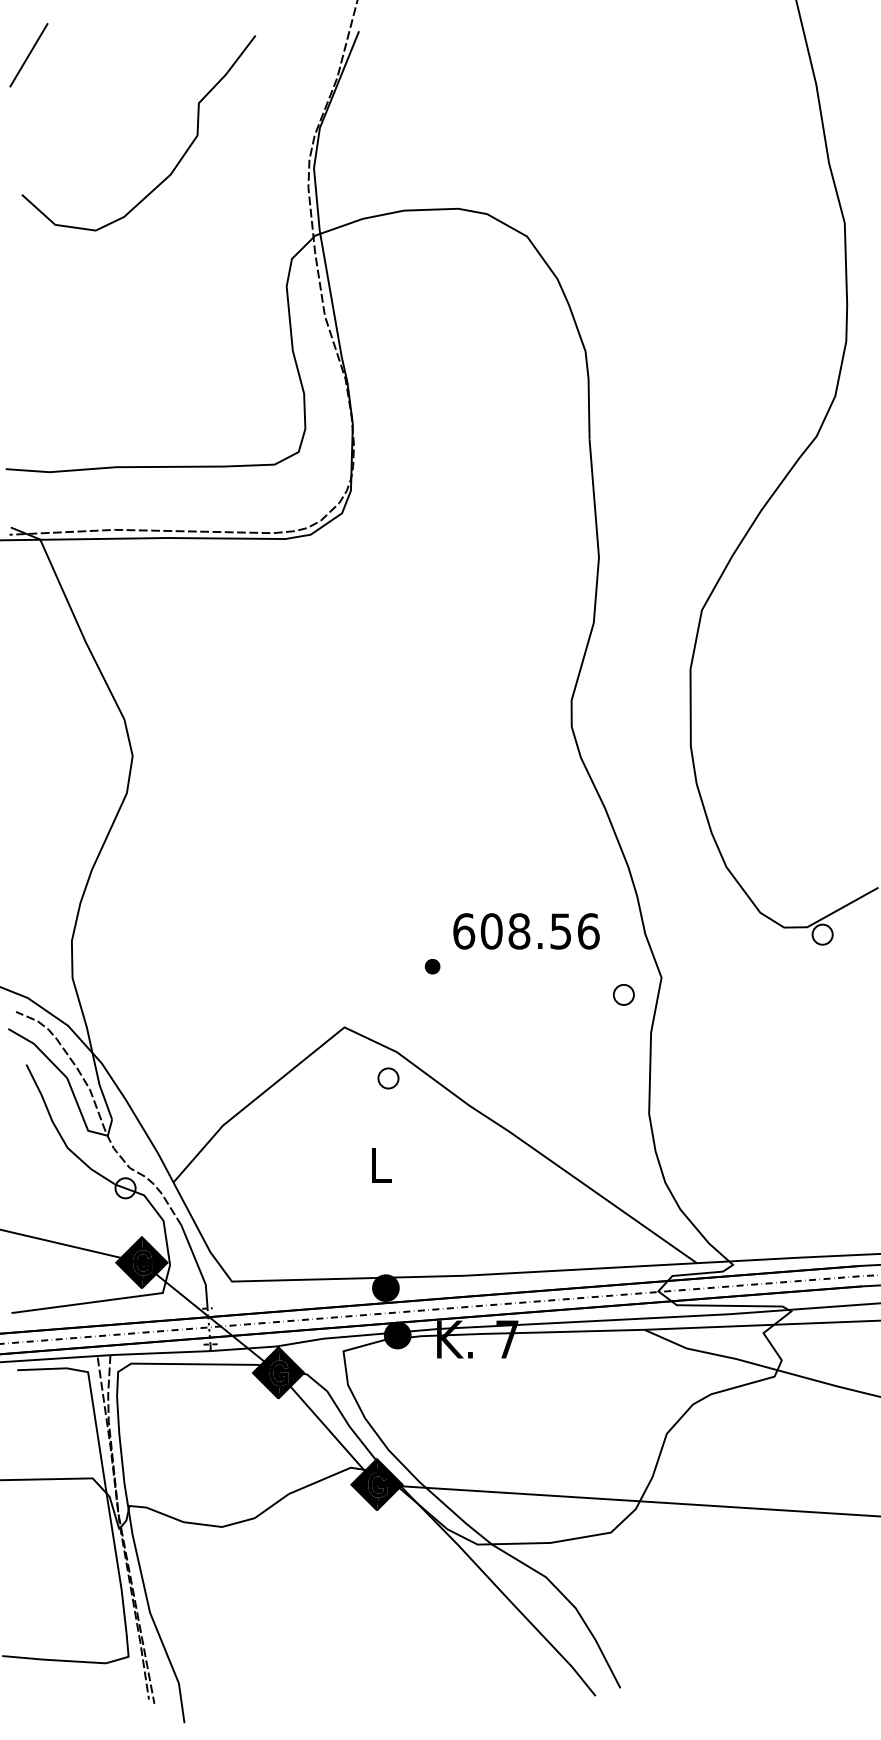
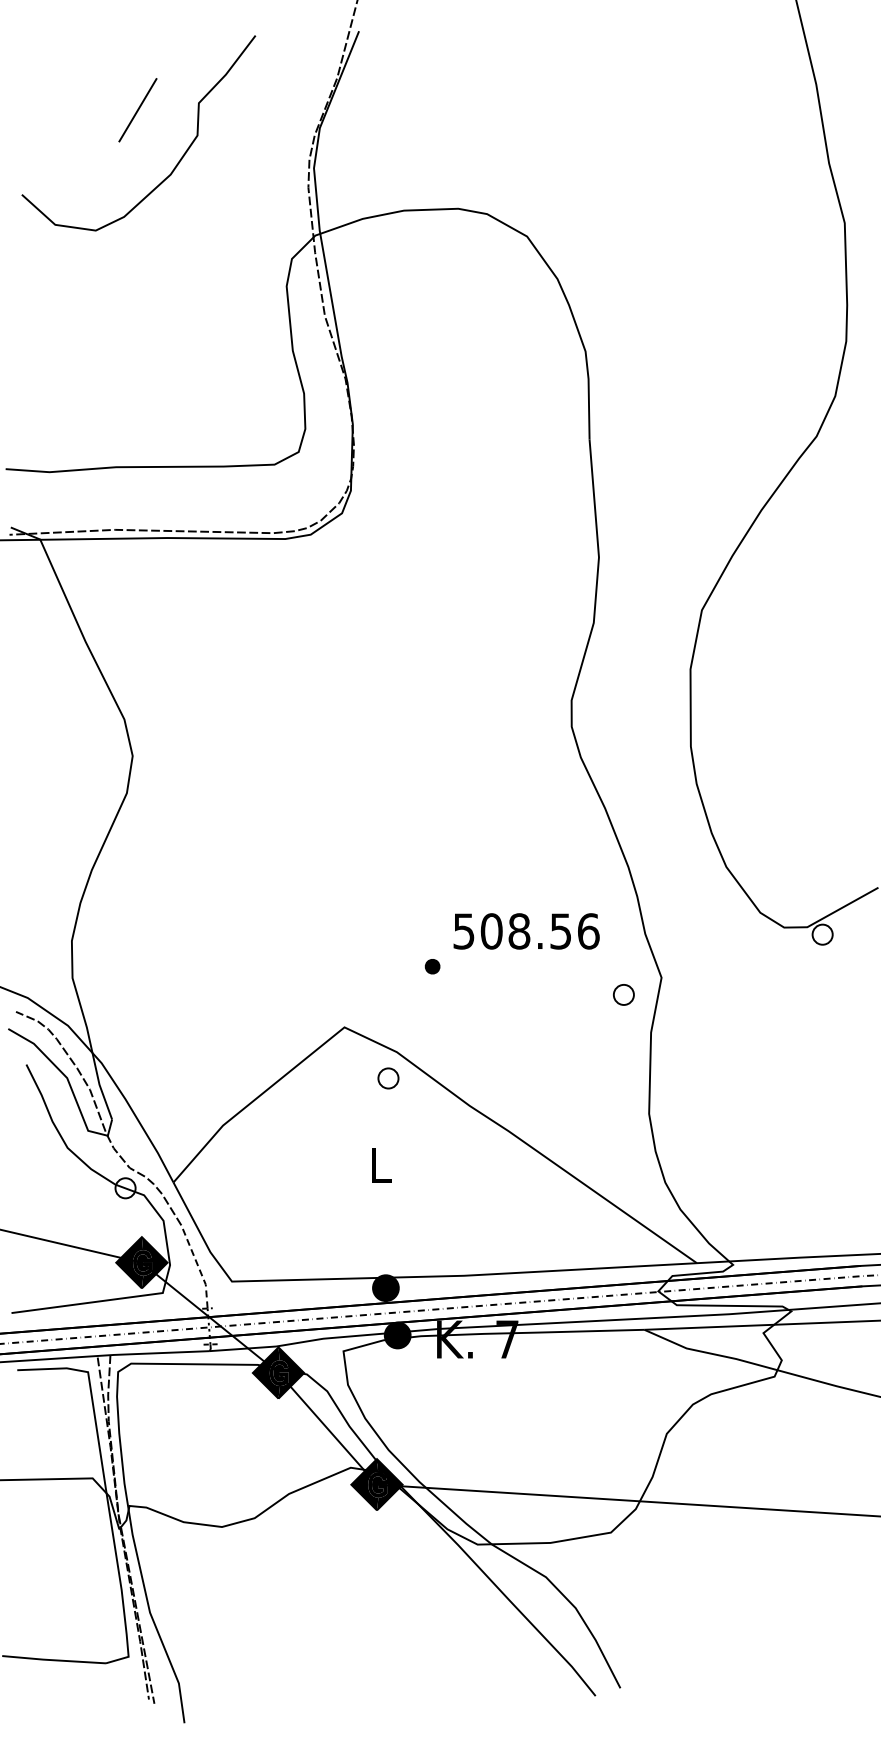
line at (28, 55) position: (28, 55) -> (137, 110)
text at (464, 931): 608.56 -> 508.56
line at (198, 1266): solid -> dashed
